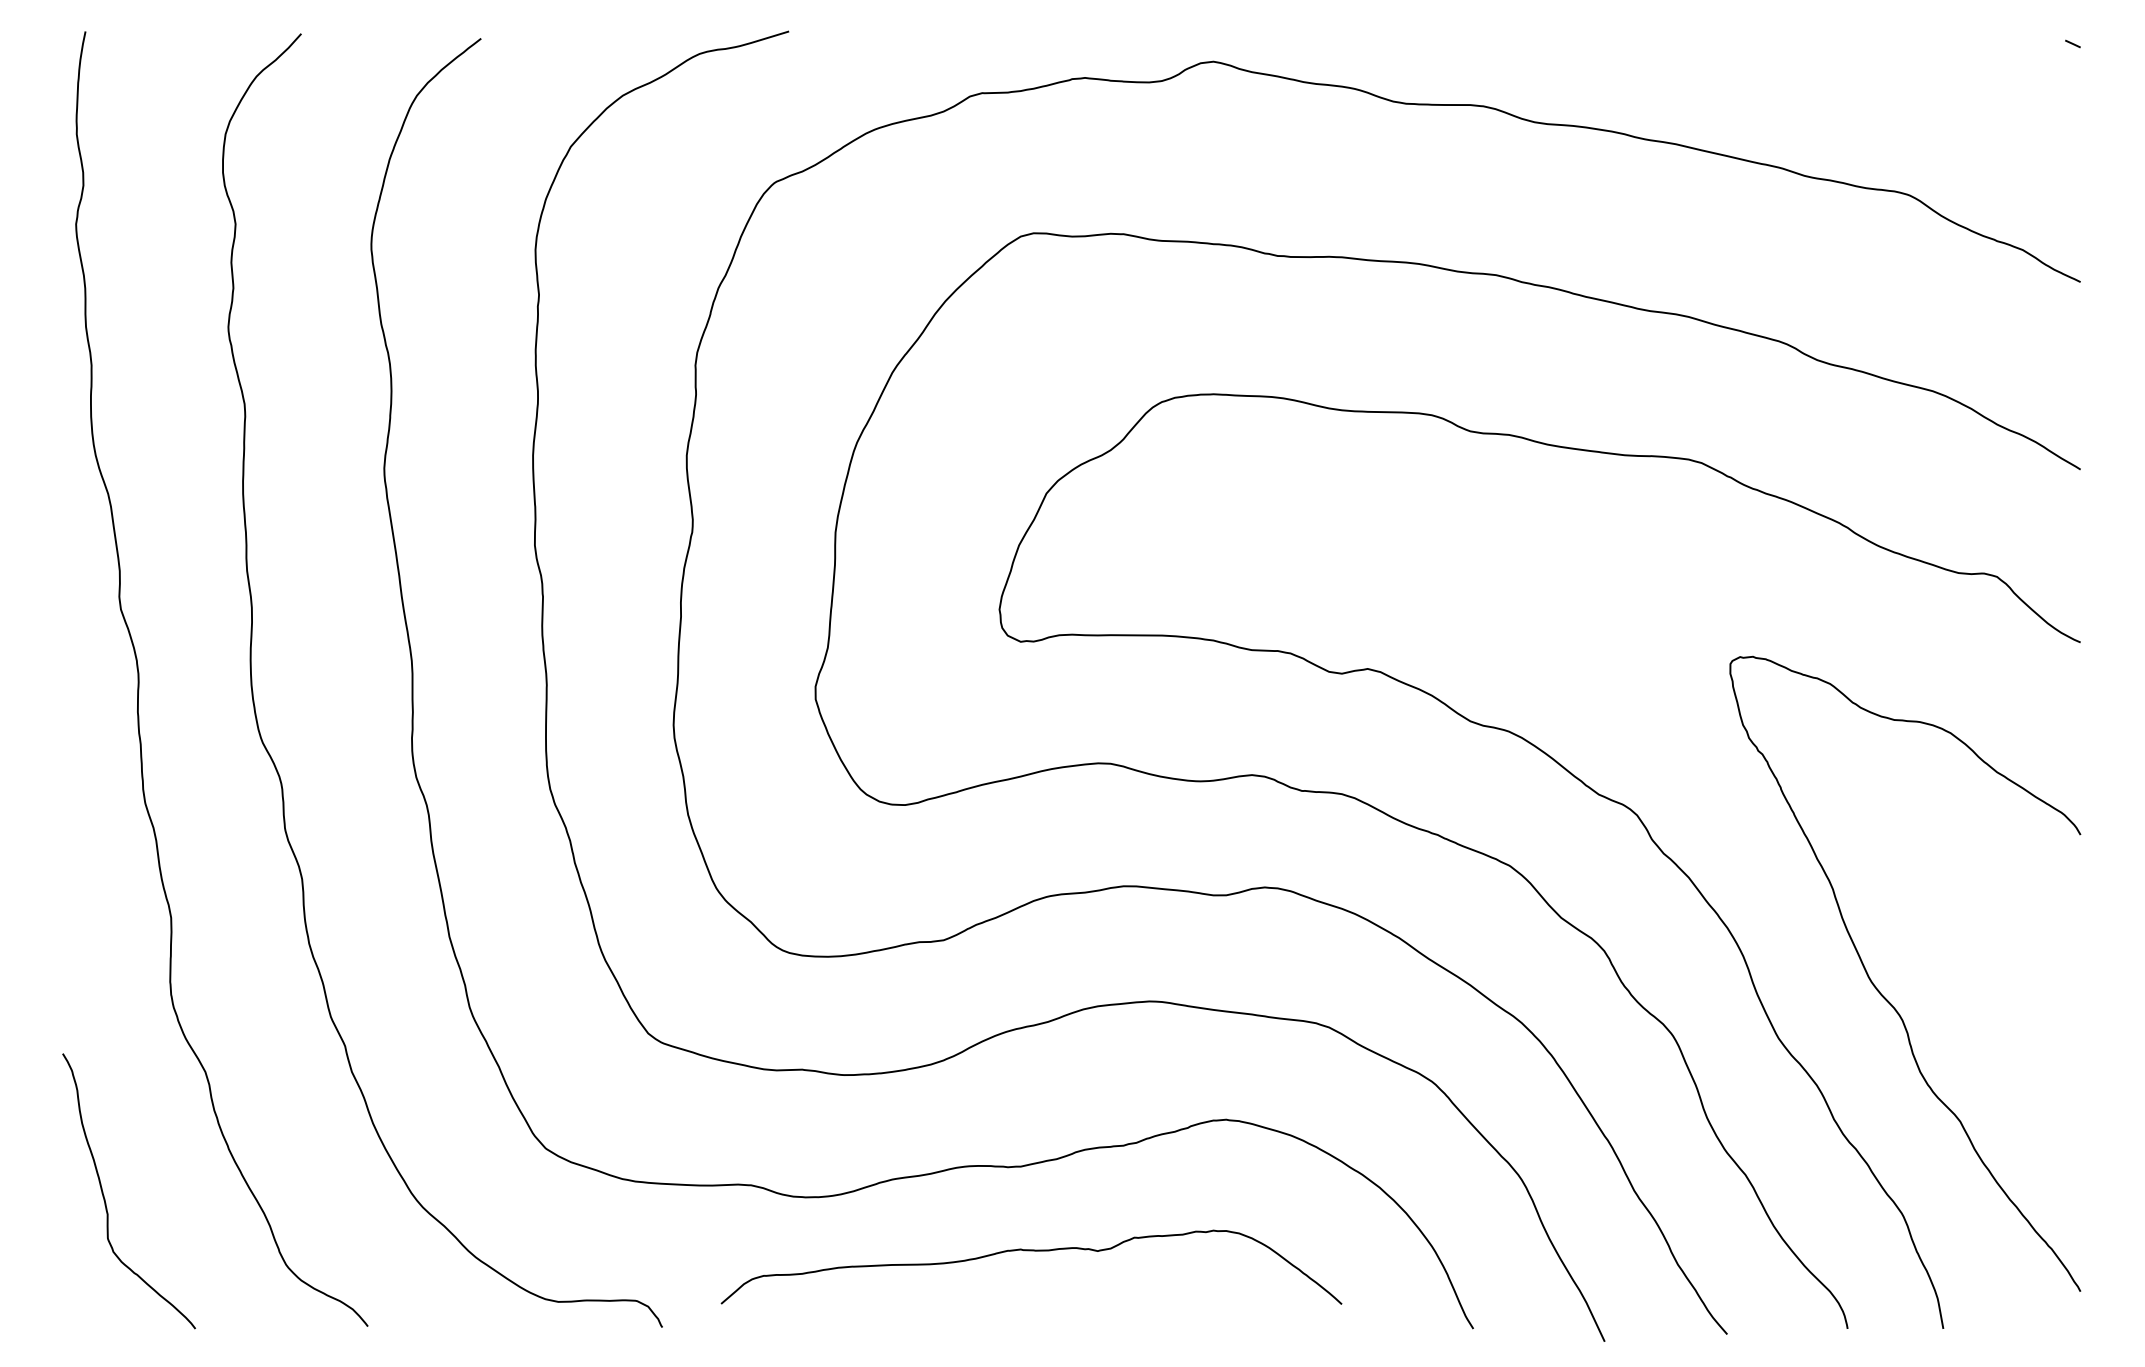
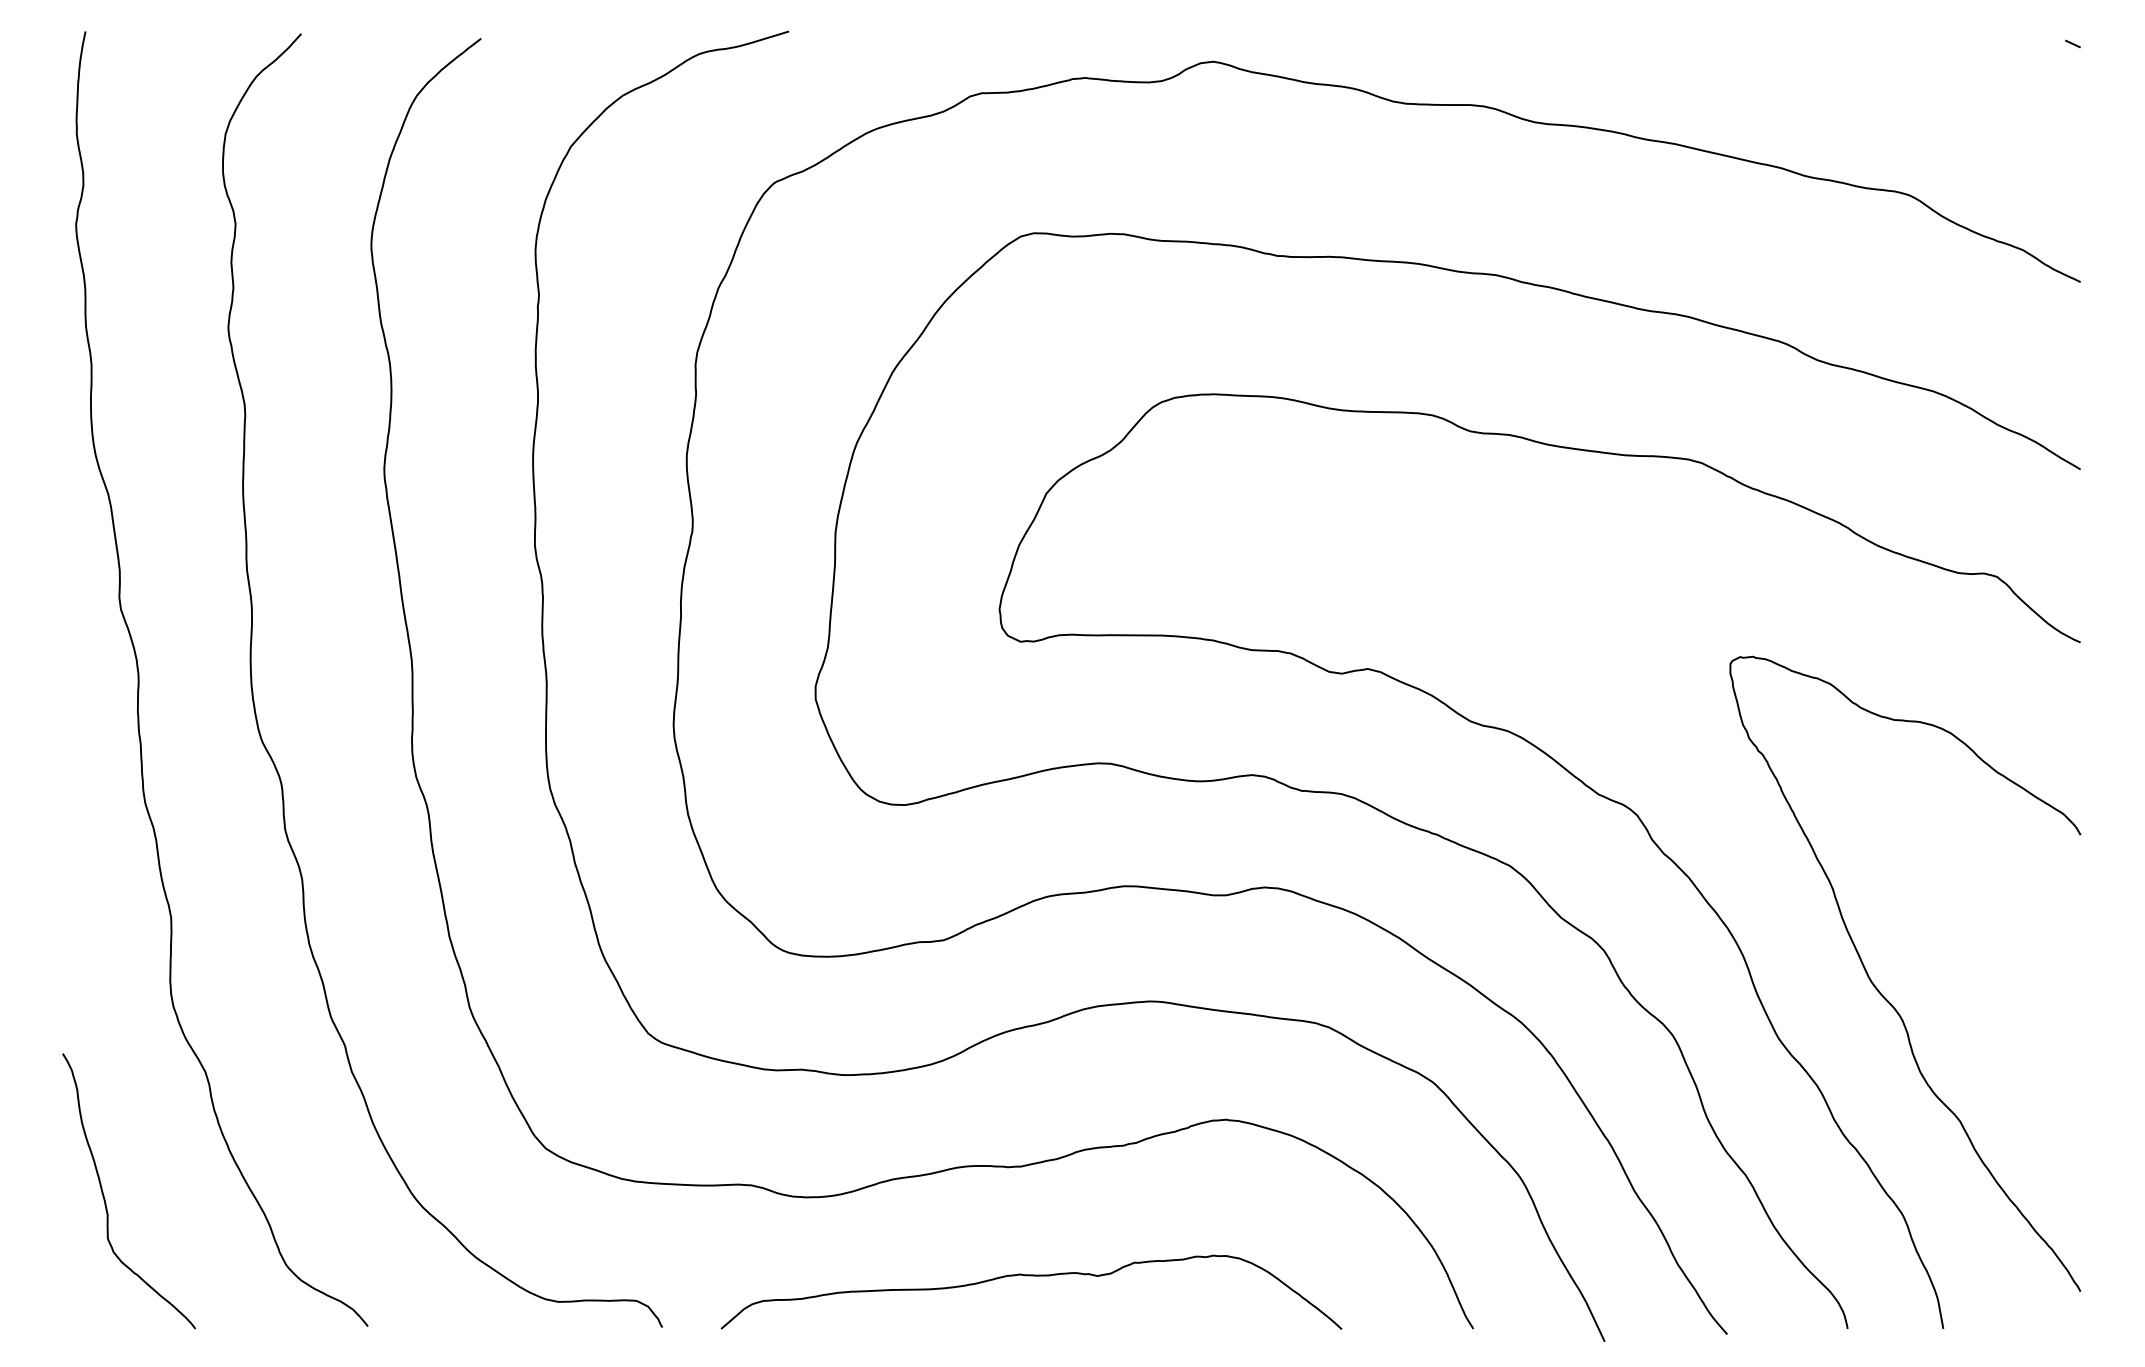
curve at (1031, 1251) position: (1031, 1251) -> (1031, 1276)
